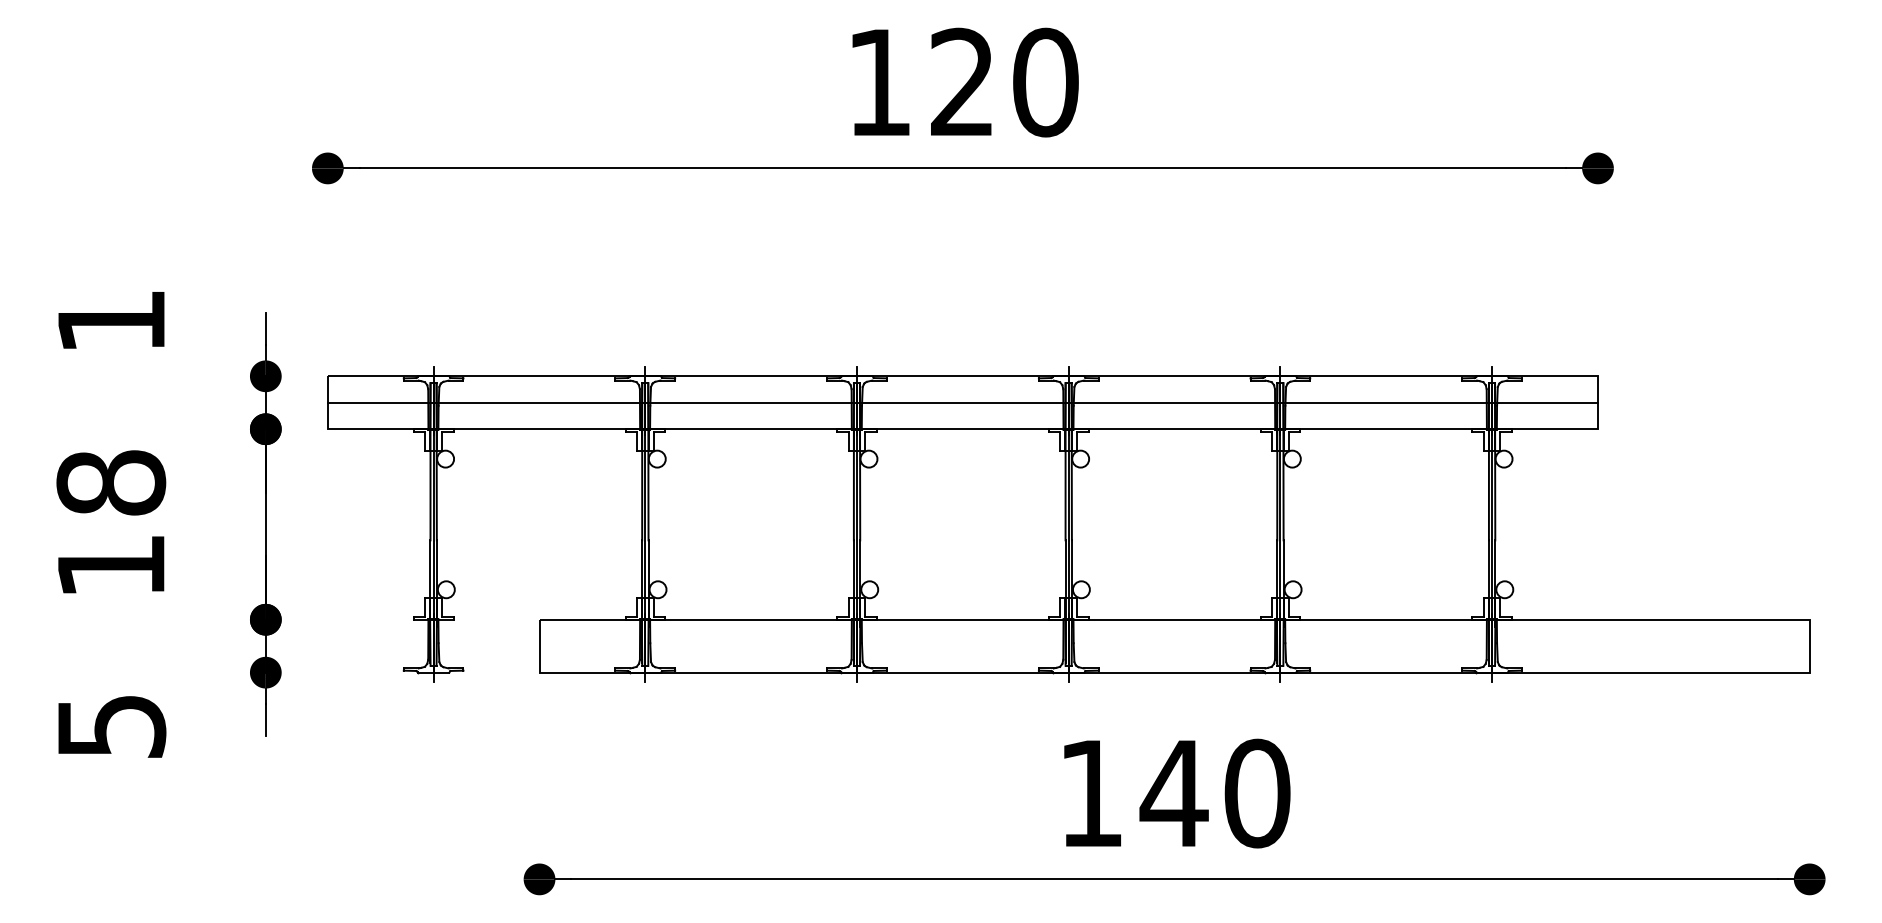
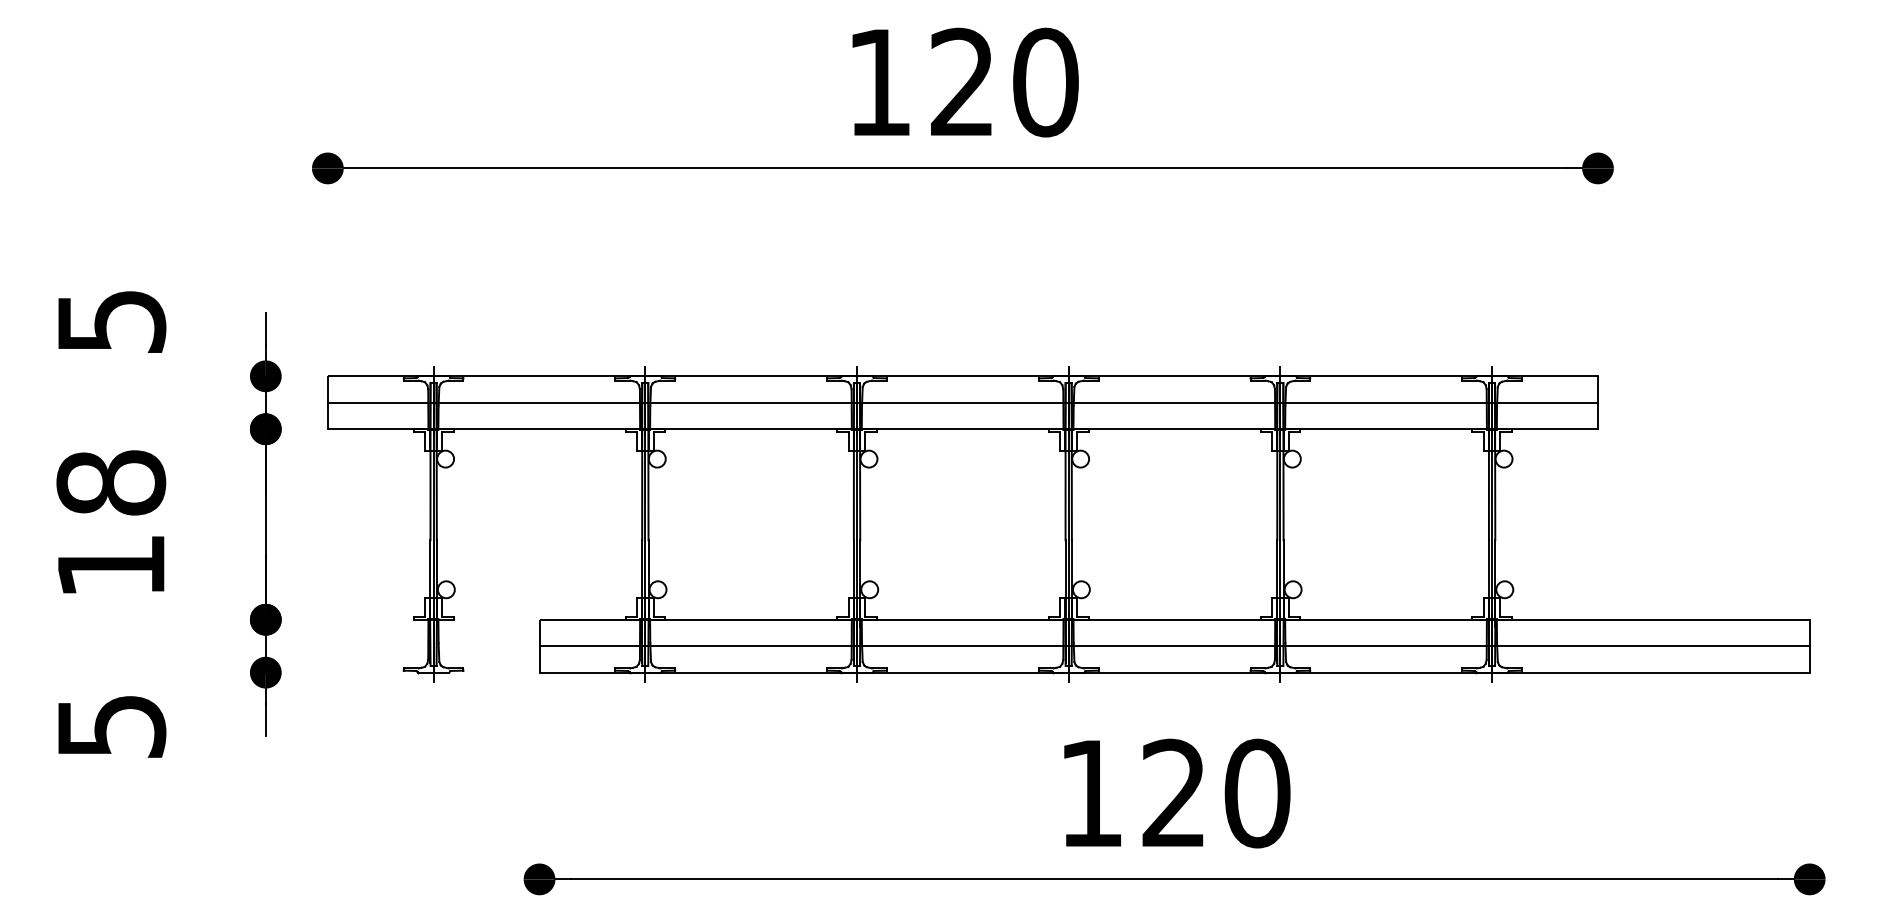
text at (112, 321): 1 -> 5
line at (1174, 646): none -> present
text at (1173, 792): 140 -> 120
